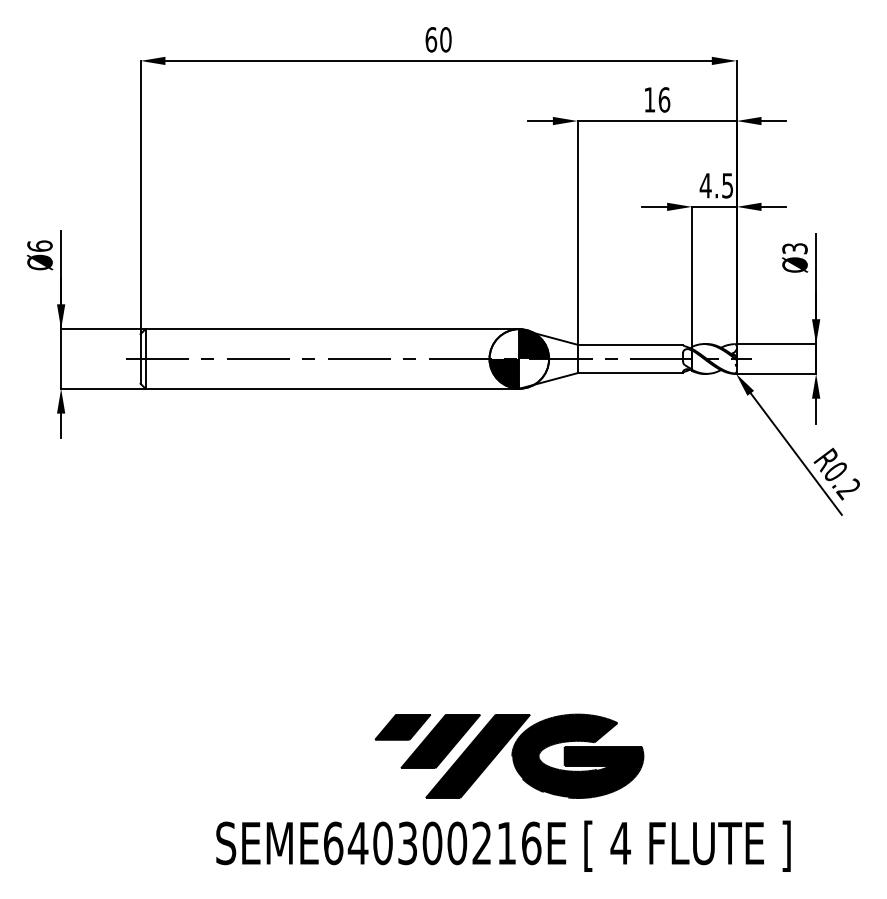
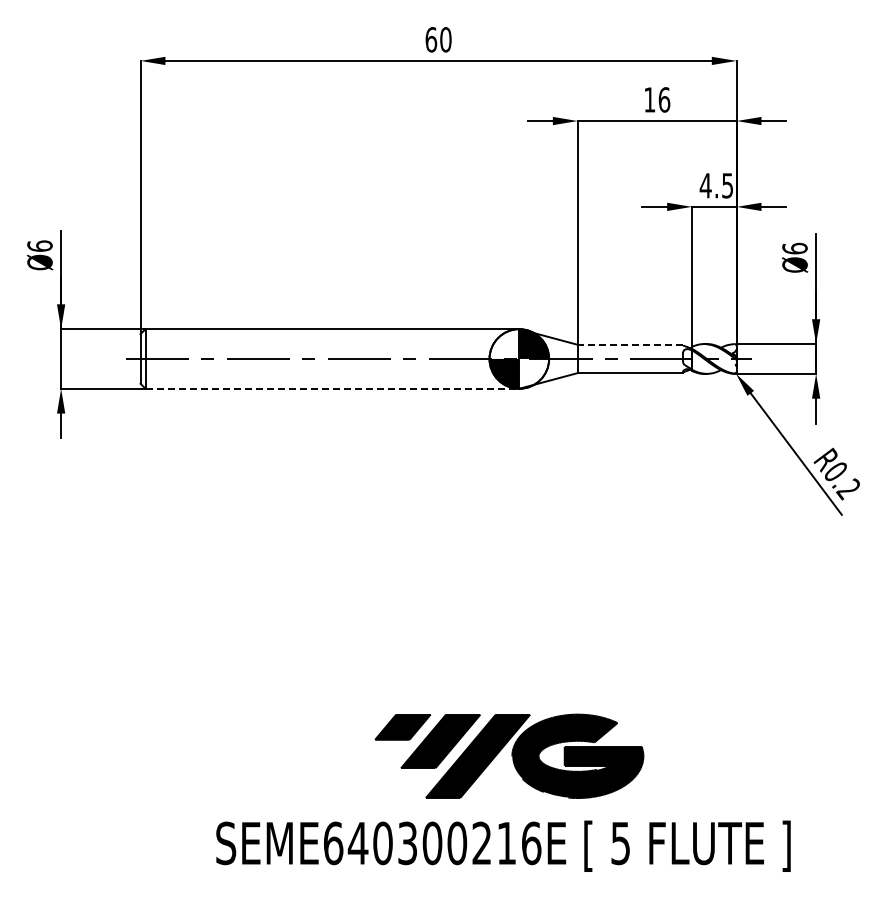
text at (794, 248): Ø3 -> Ø6
line at (630, 344): solid -> dashed
line at (332, 388): solid -> dashed
text at (620, 843): 4 -> 5
